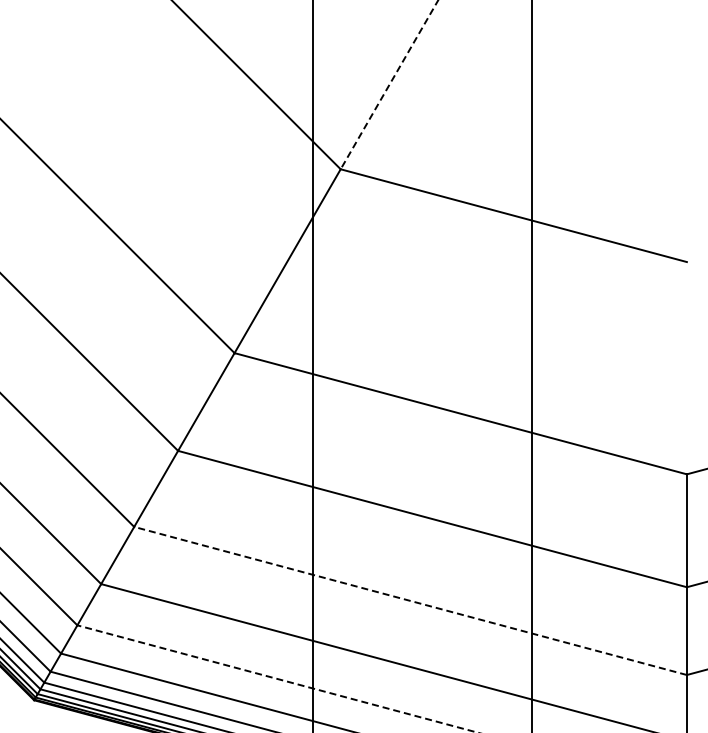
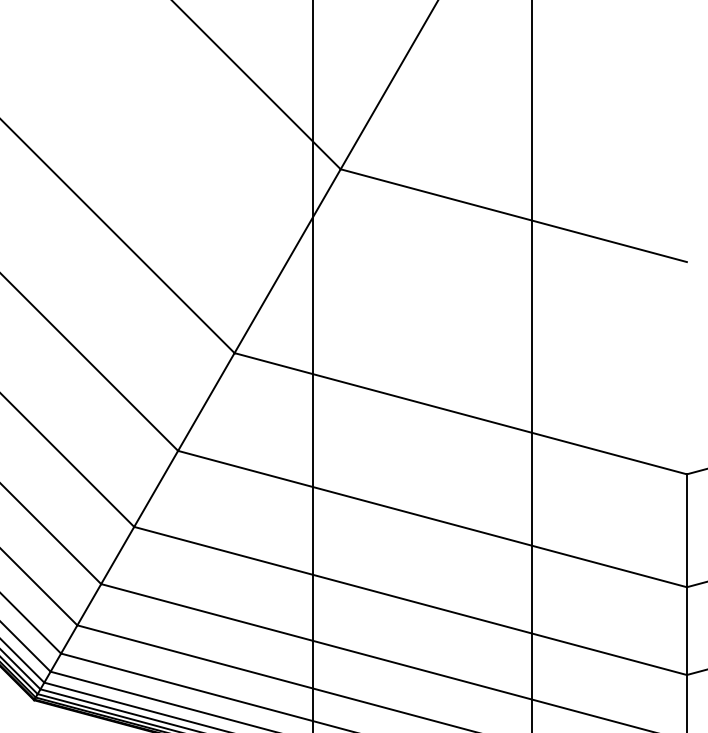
line at (389, 85): dashed -> solid
line at (410, 600): dashed -> solid
line at (277, 679): dashed -> solid
